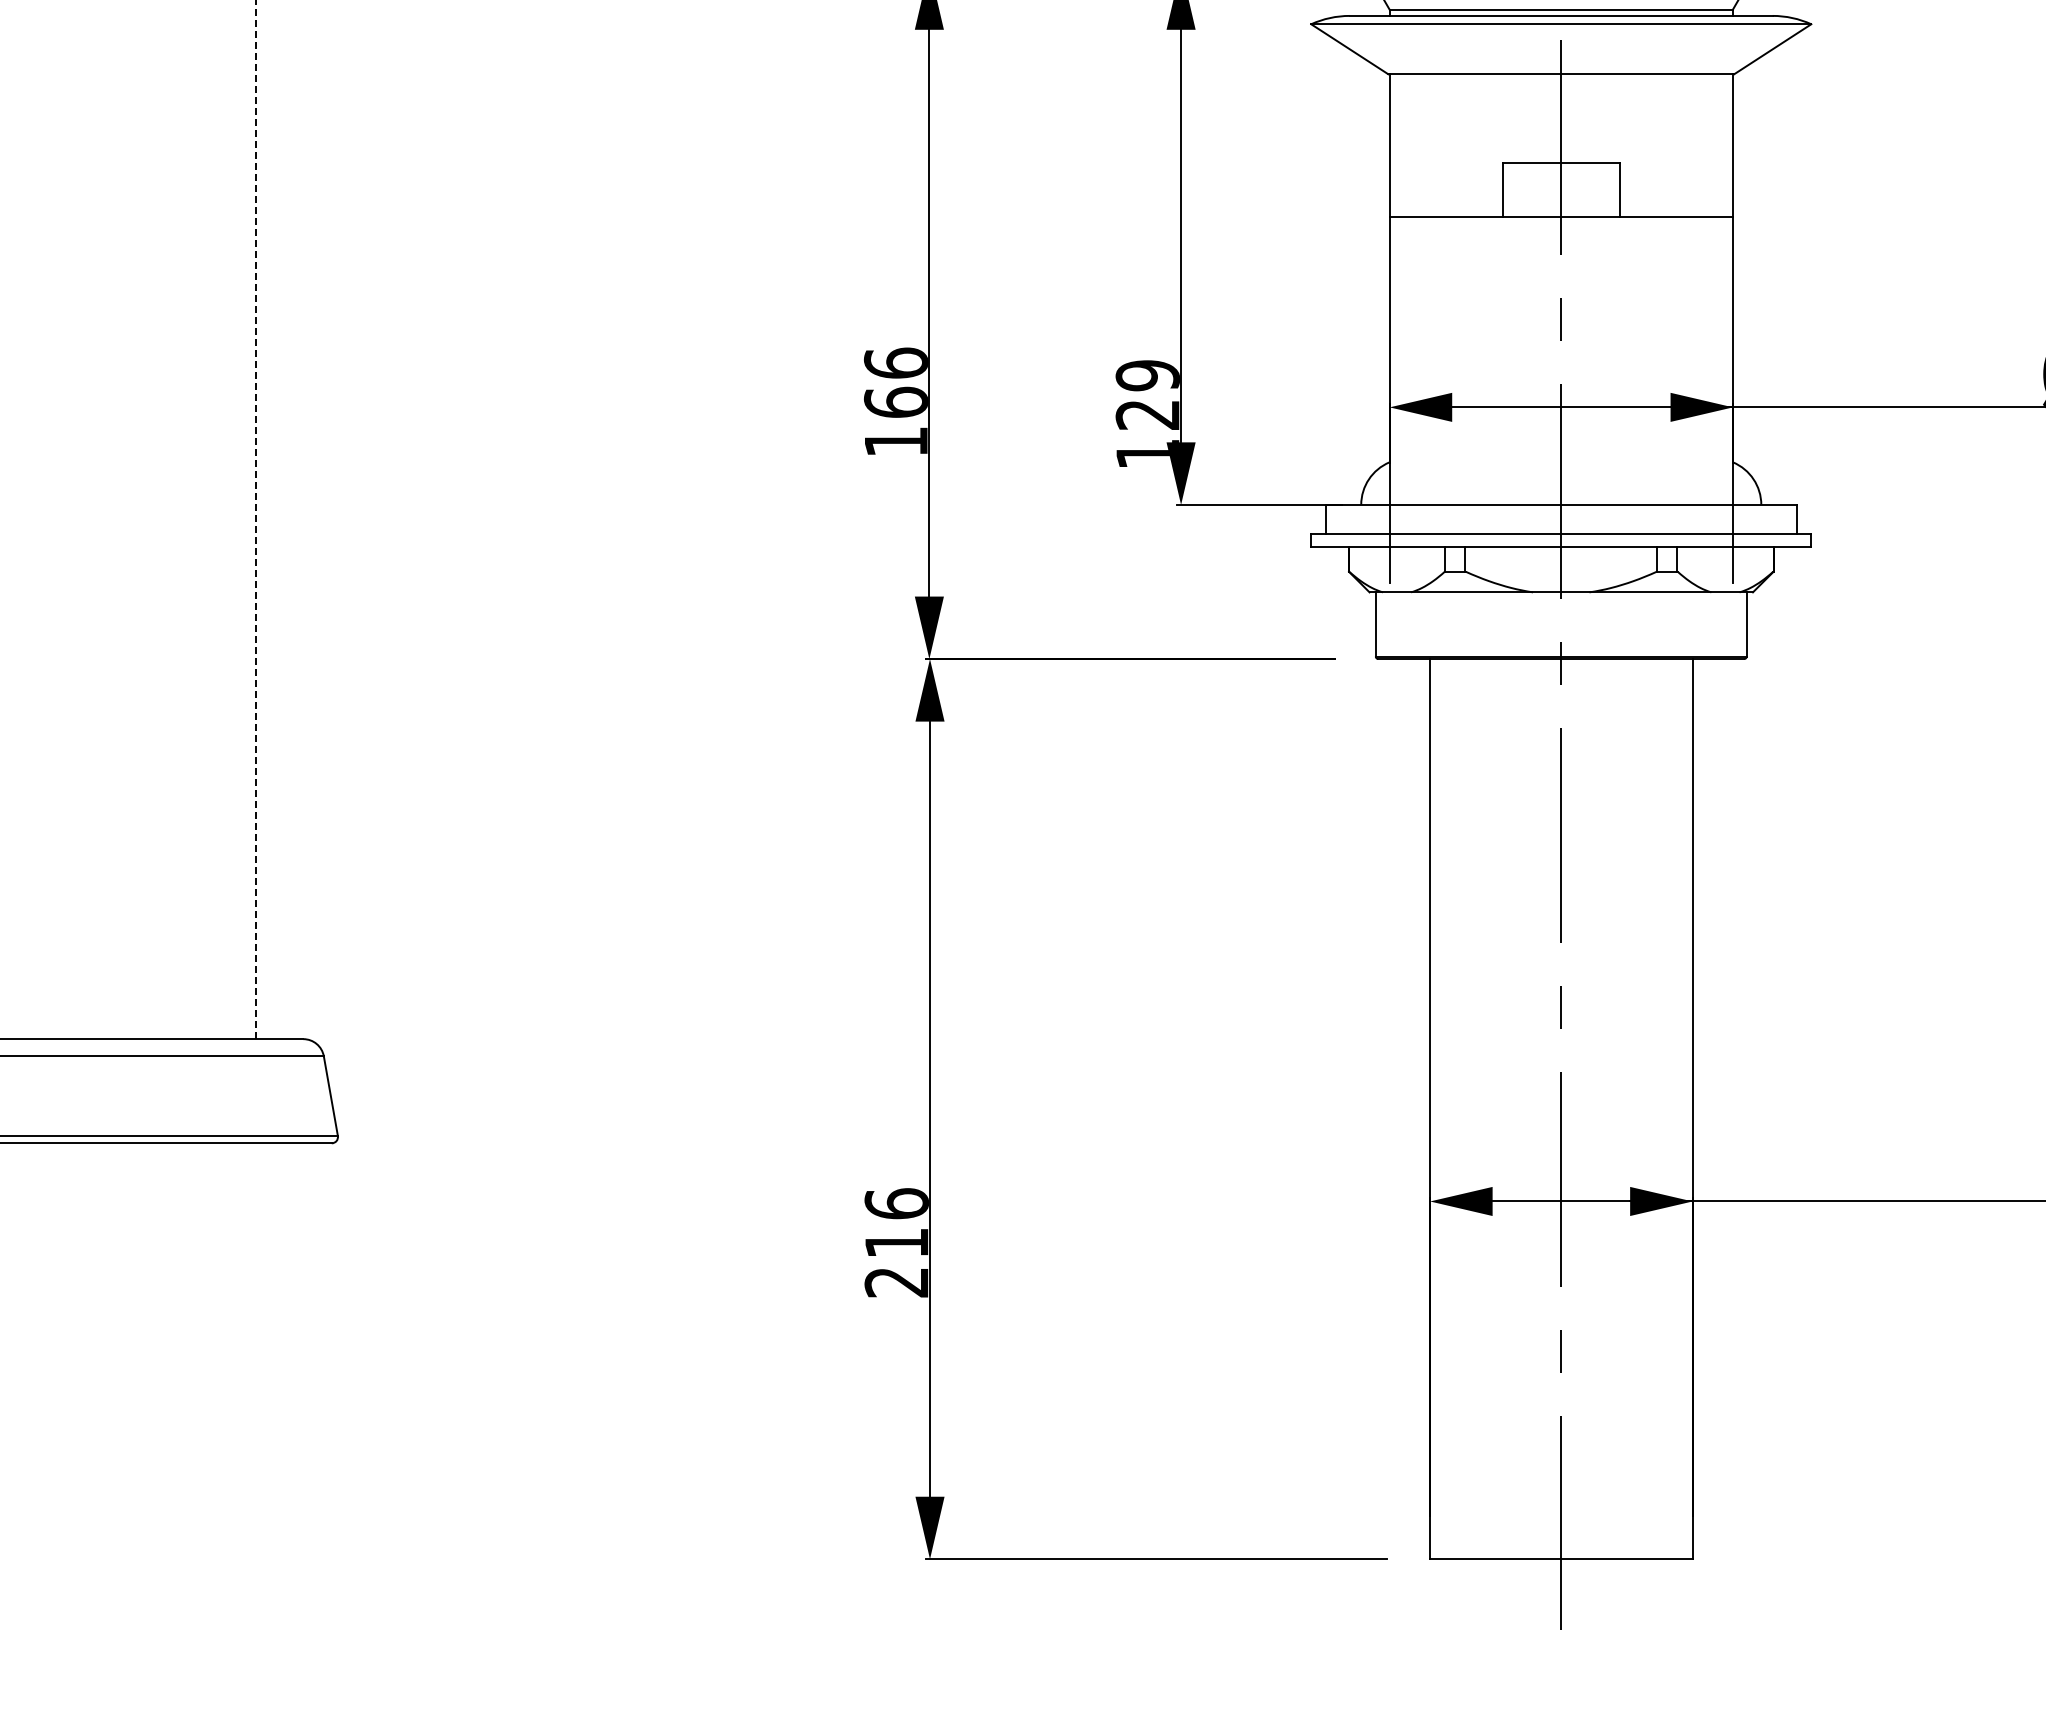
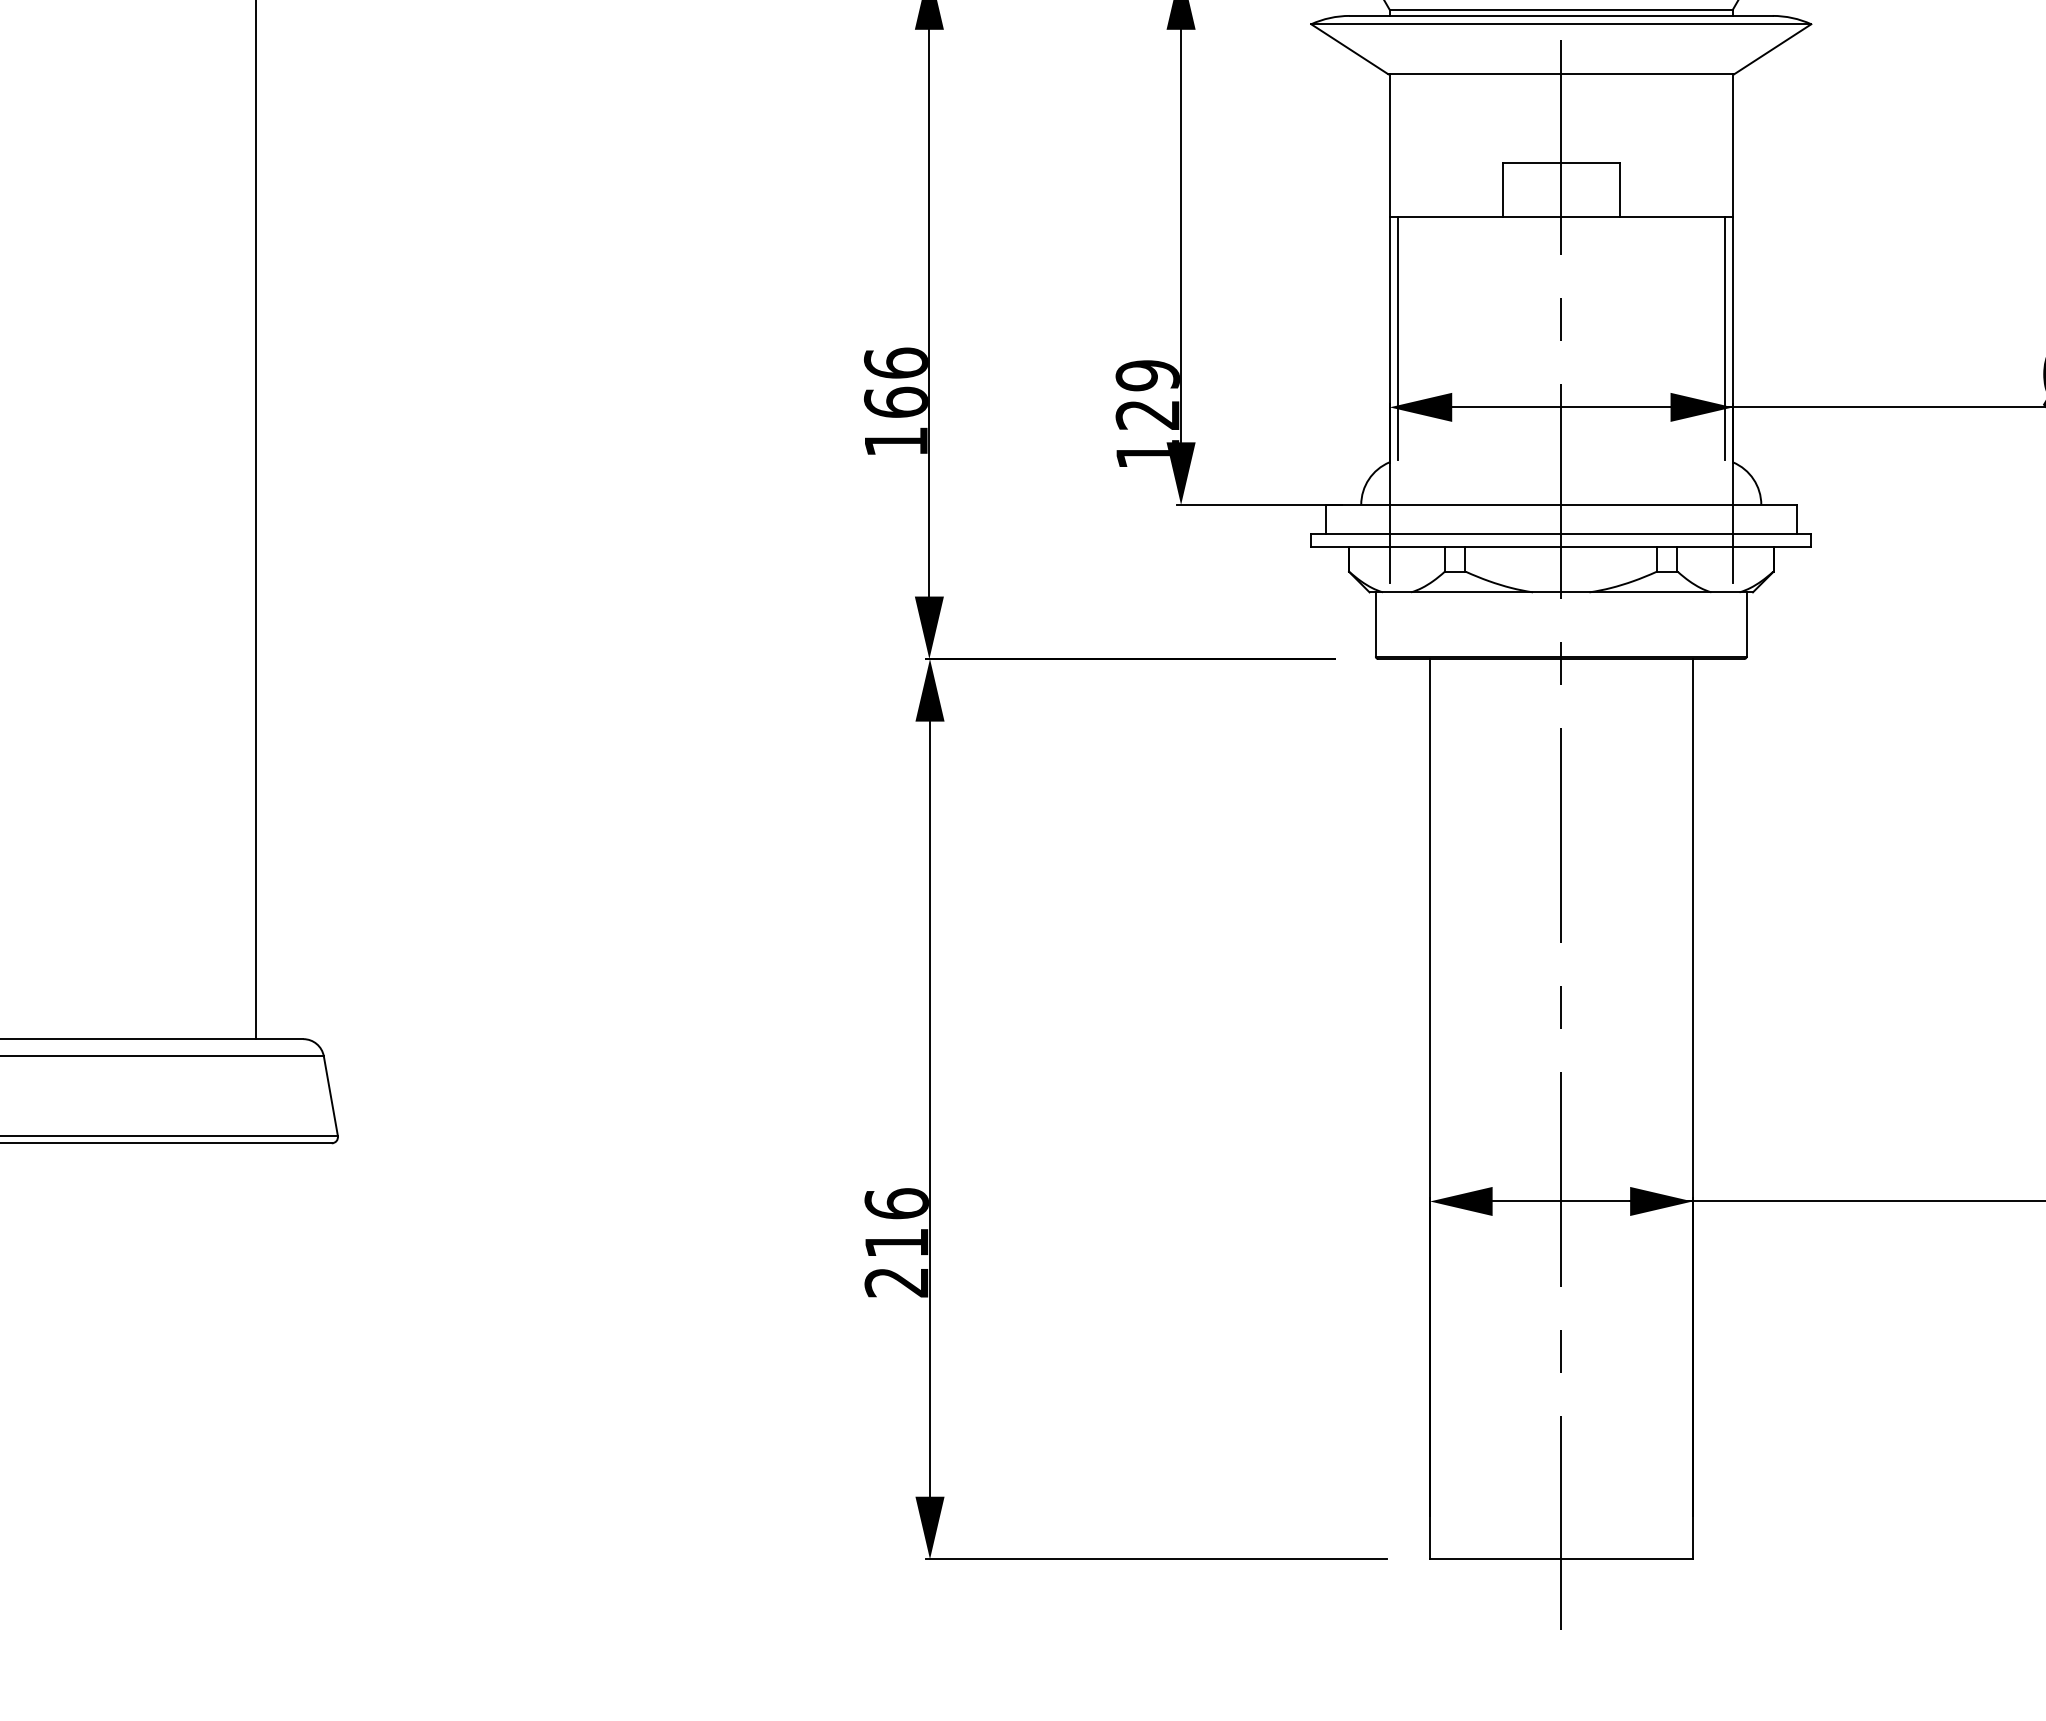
line at (1397, 338): none -> present
line at (1724, 338): none -> present
line at (255, 519): dashed -> solid
